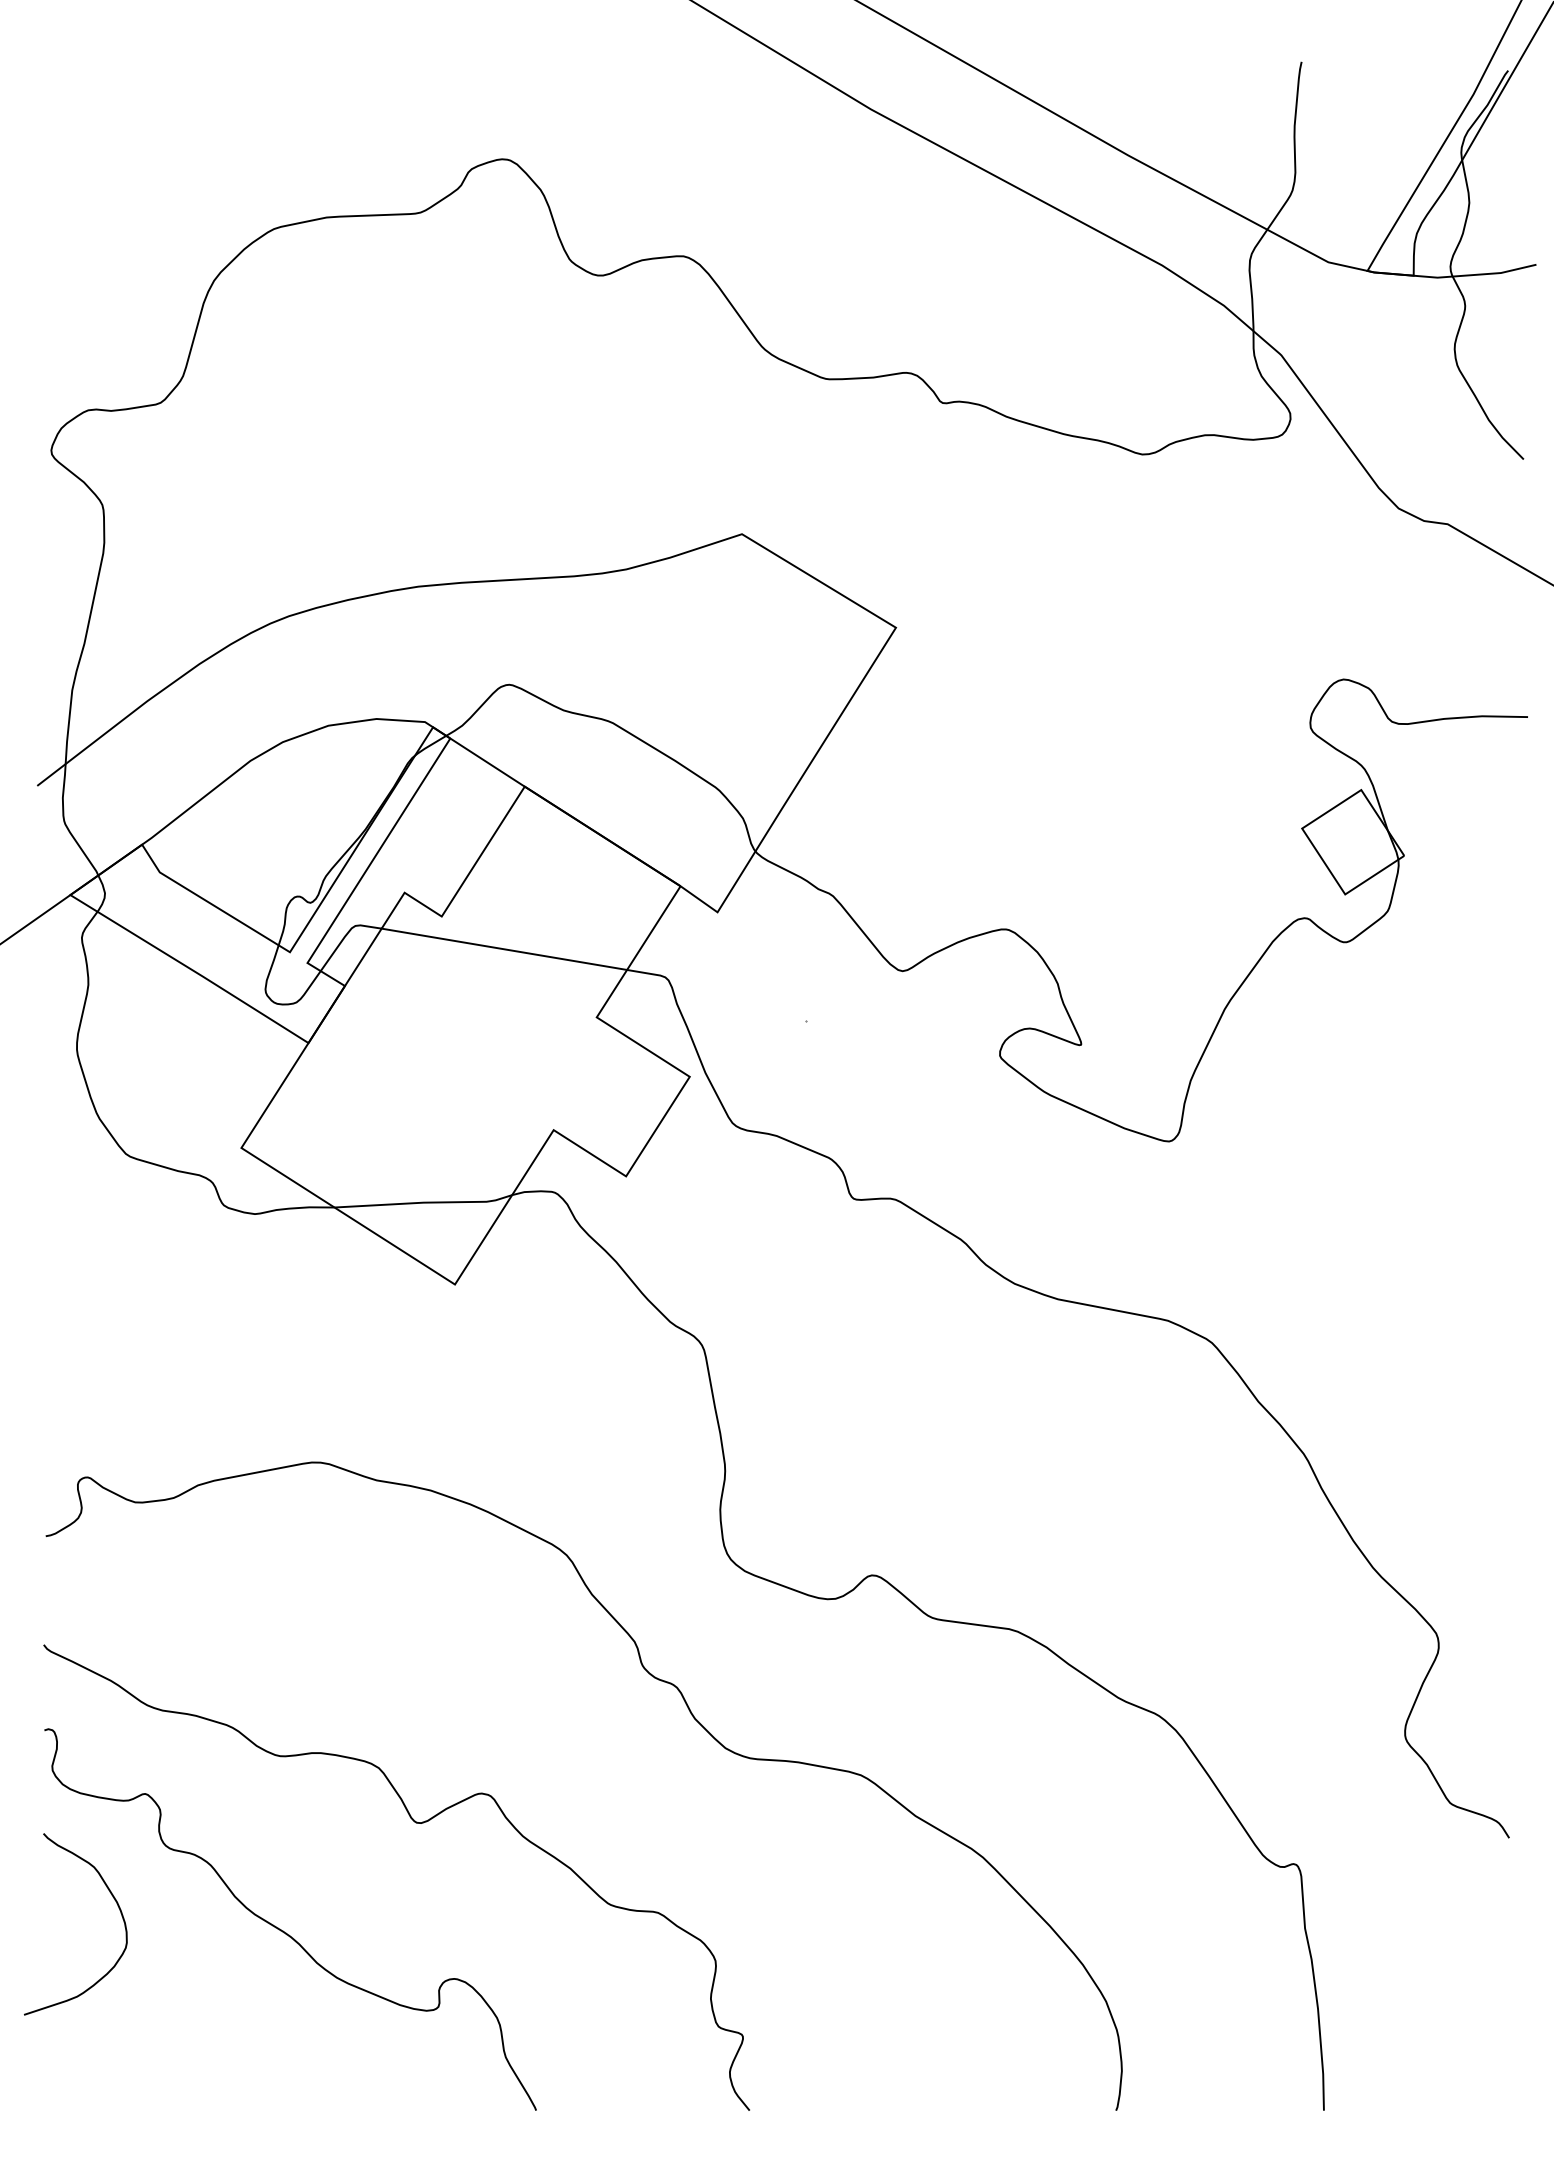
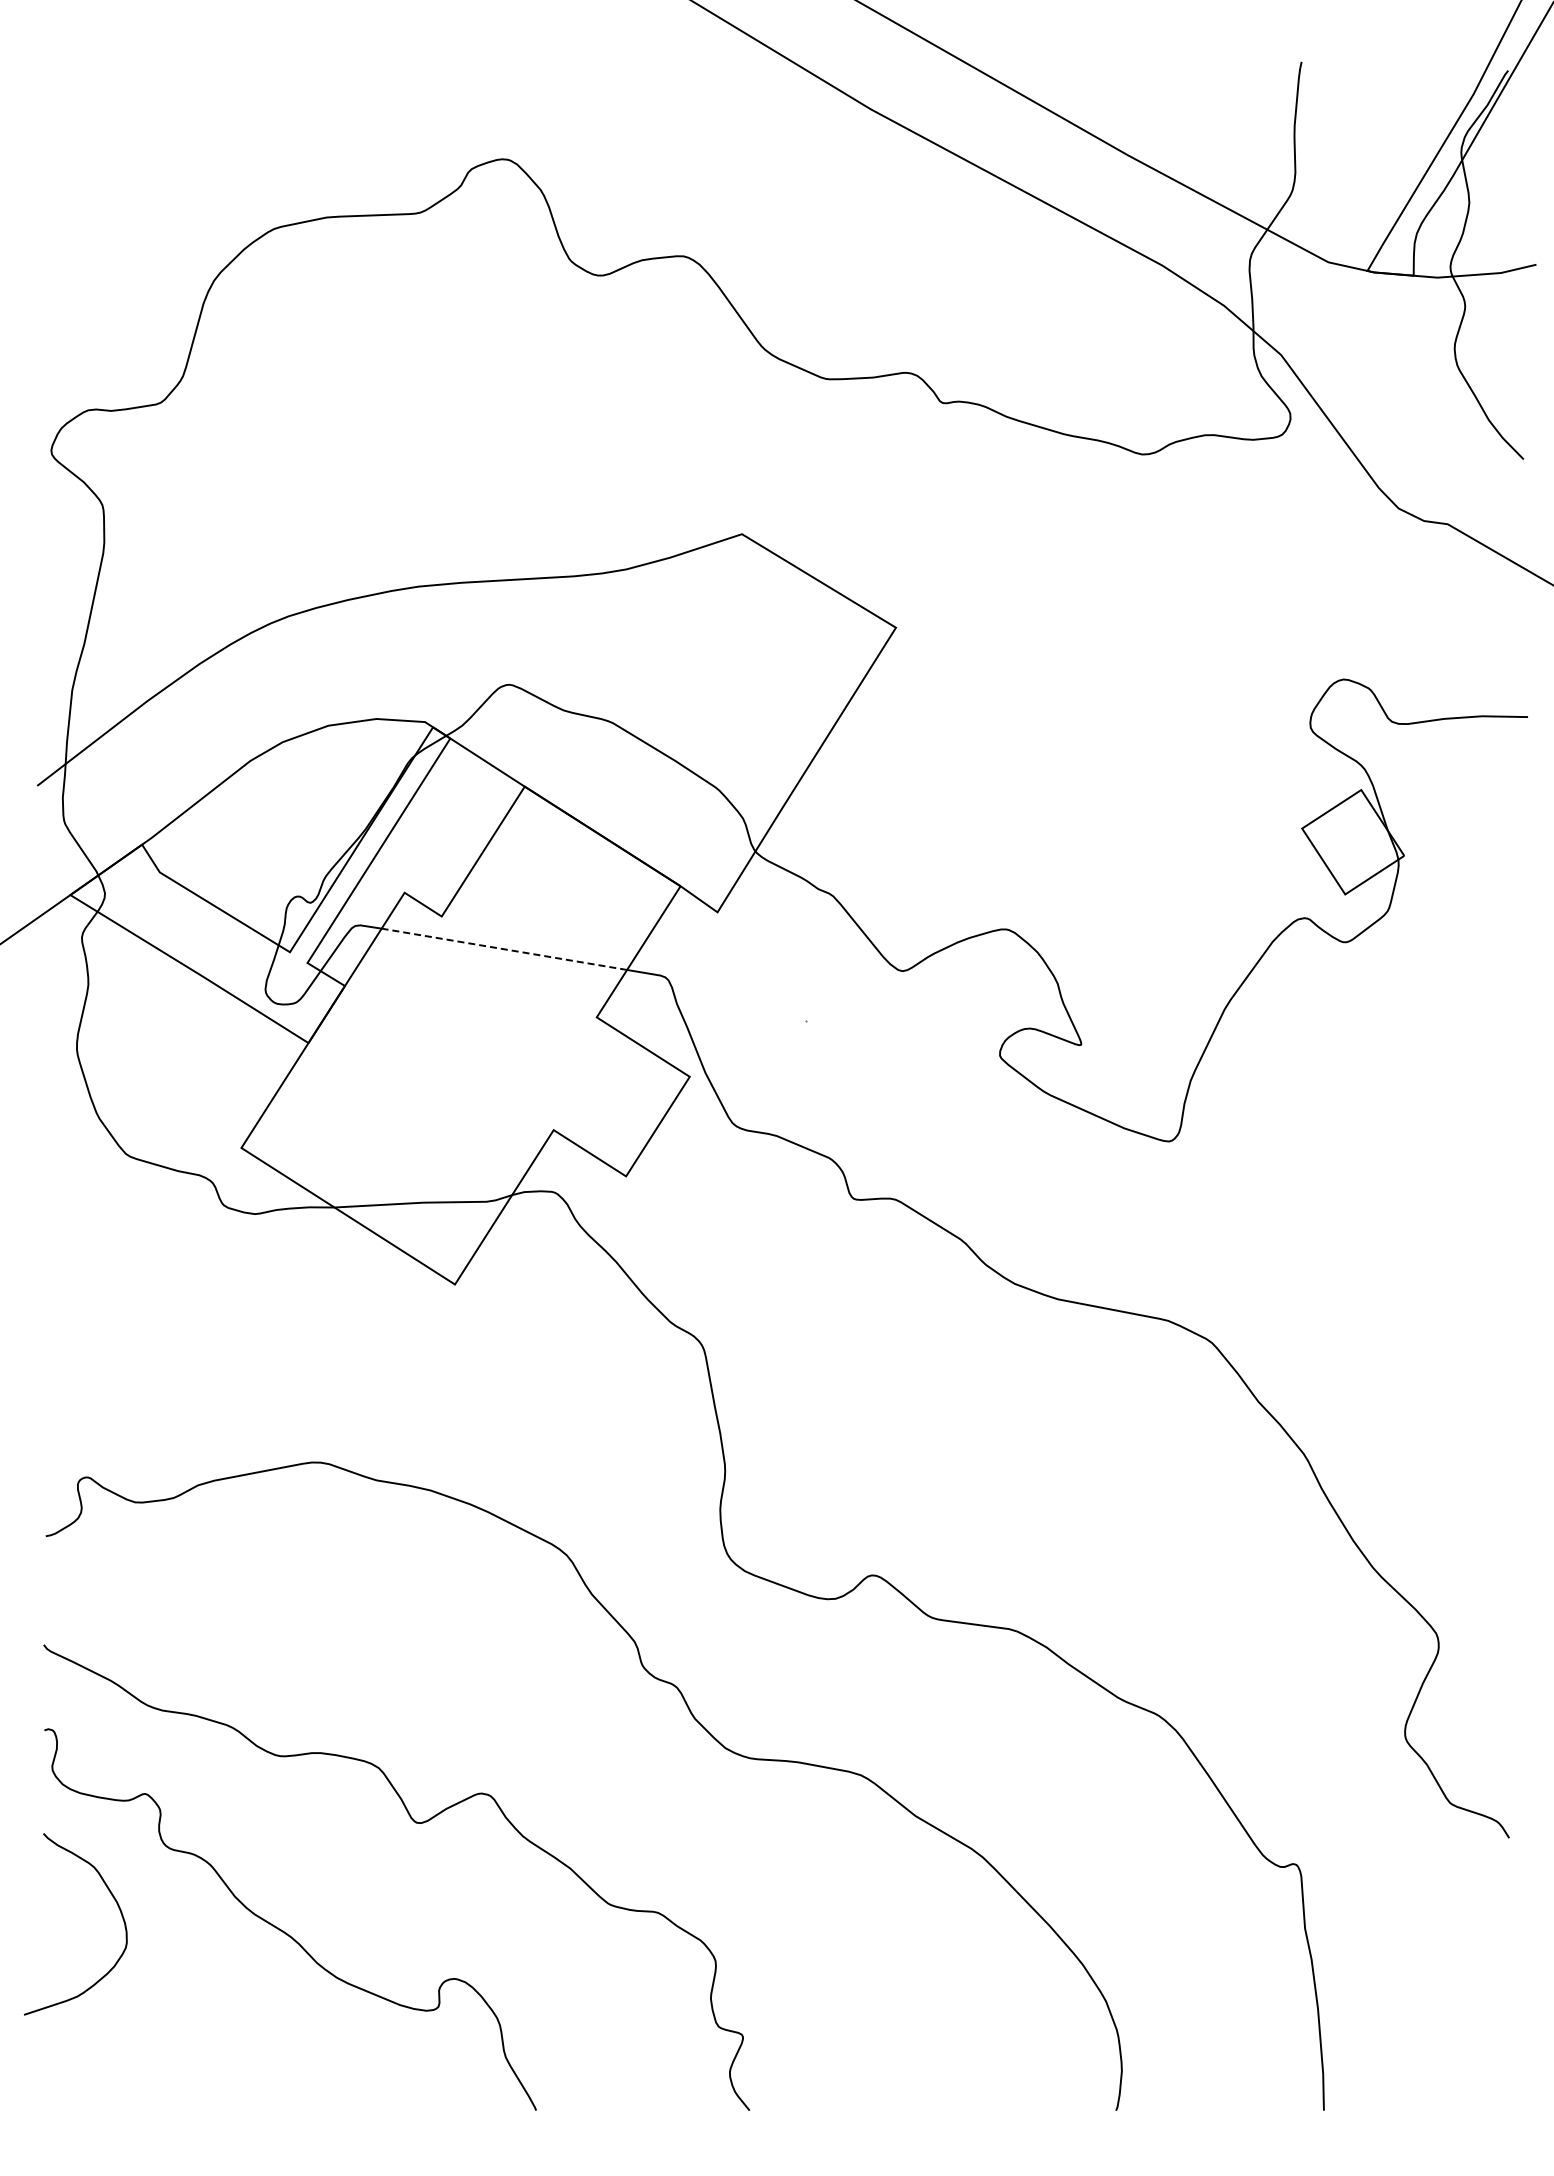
line at (503, 949): solid -> dashed
